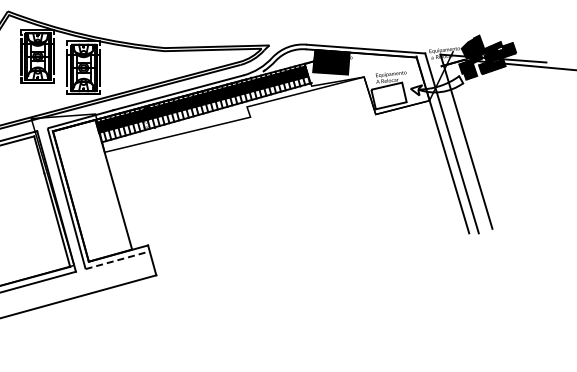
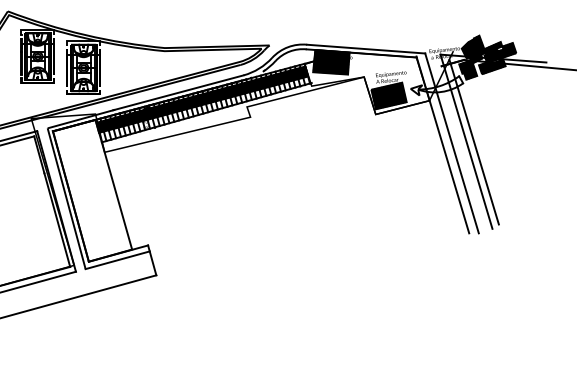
hatch at (388, 95): none -> present
line at (473, 141): none -> present
line at (118, 260): dashed -> solid
